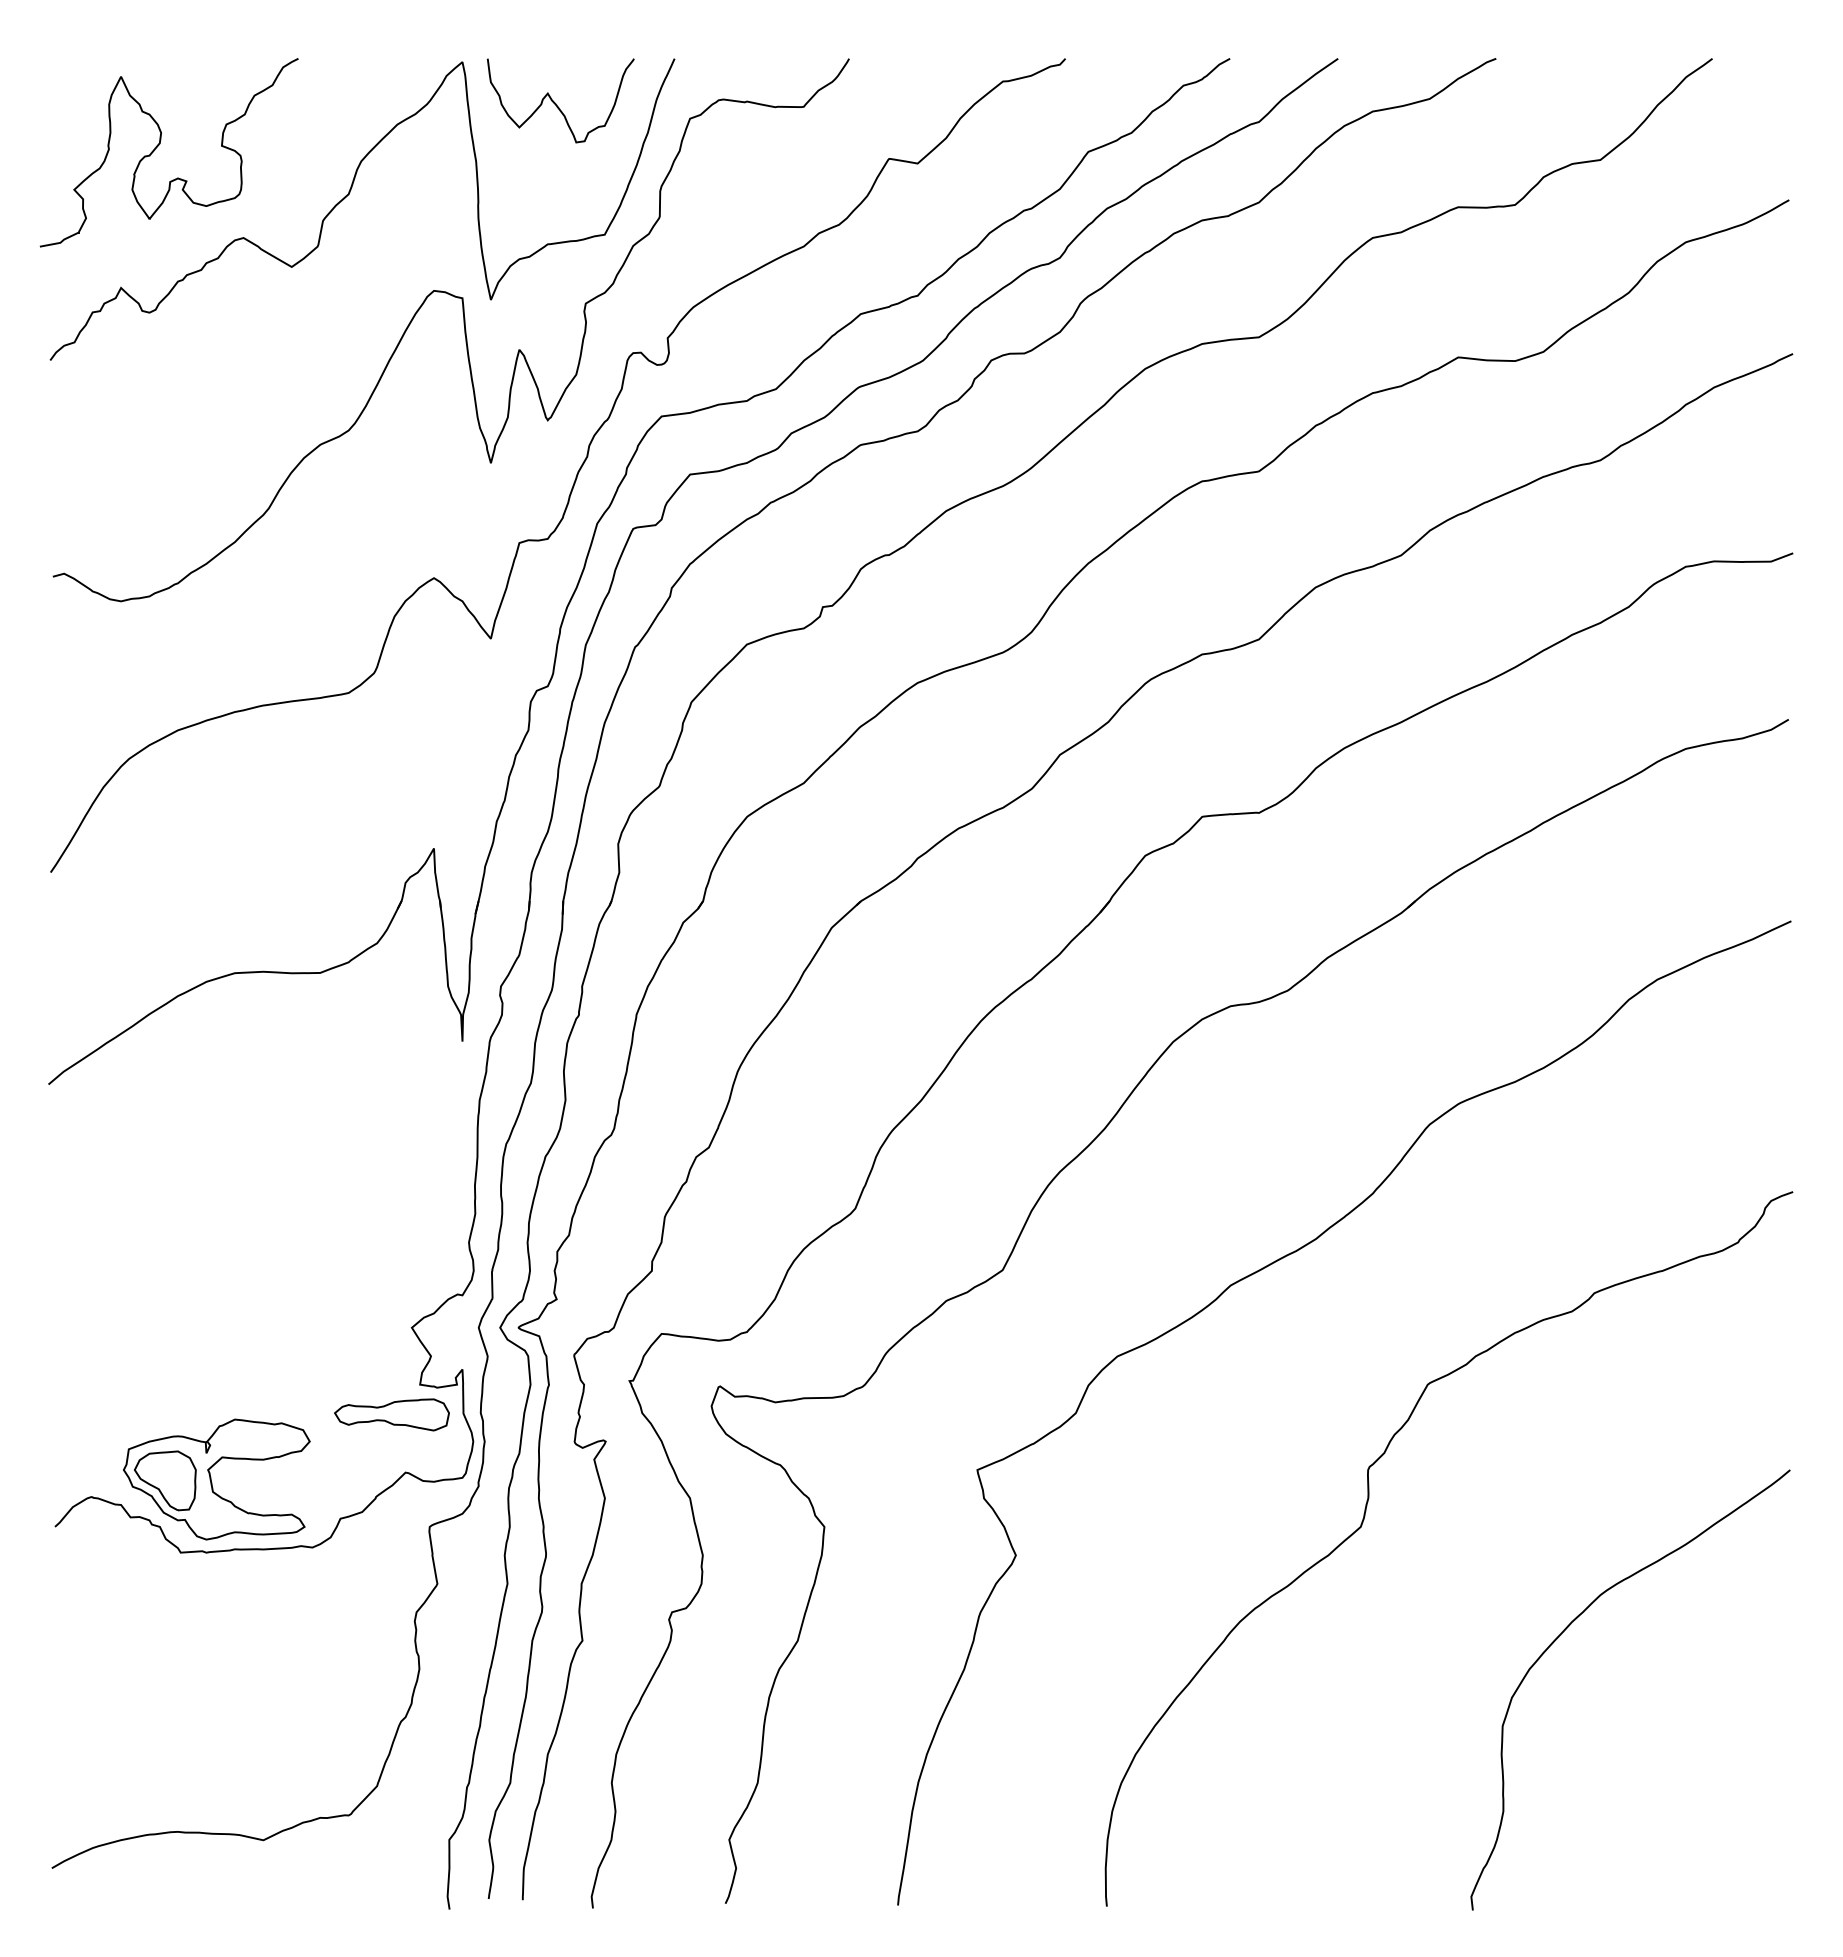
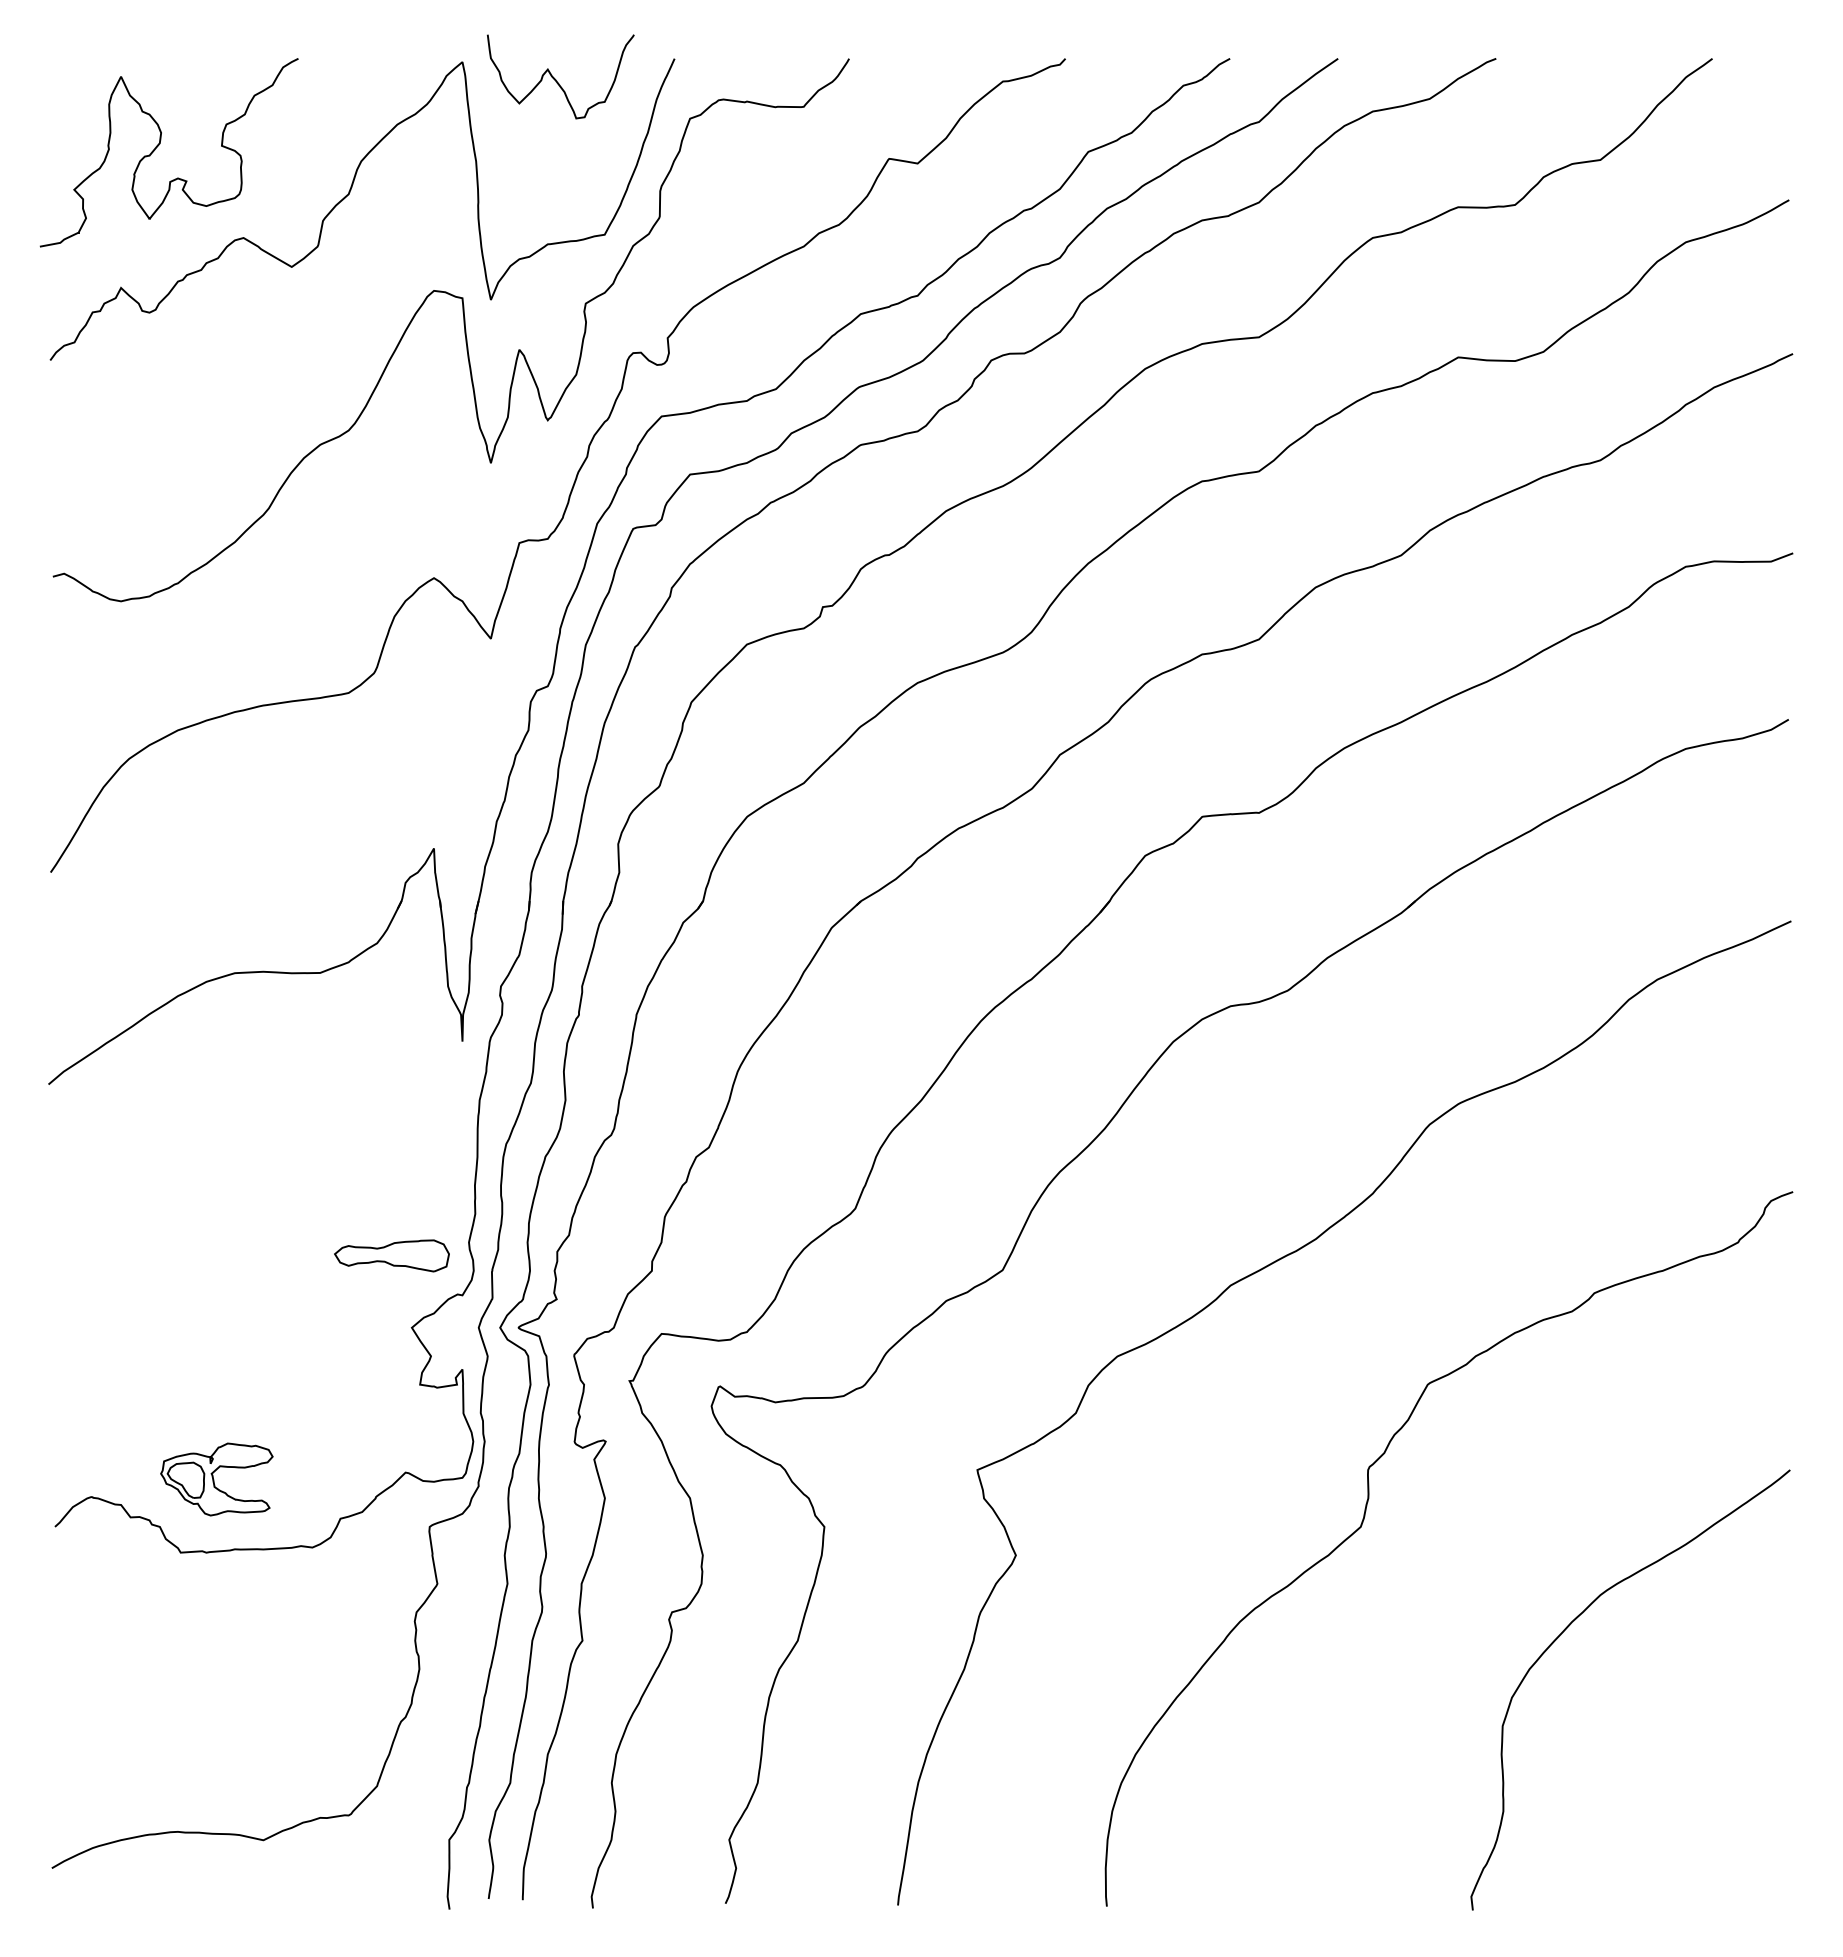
curve at (556, 103) position: (556, 103) -> (556, 79)
part at (391, 1414) position: (391, 1414) -> (391, 1255)
part at (216, 1479) size: 188x123 px -> 114x75 px
